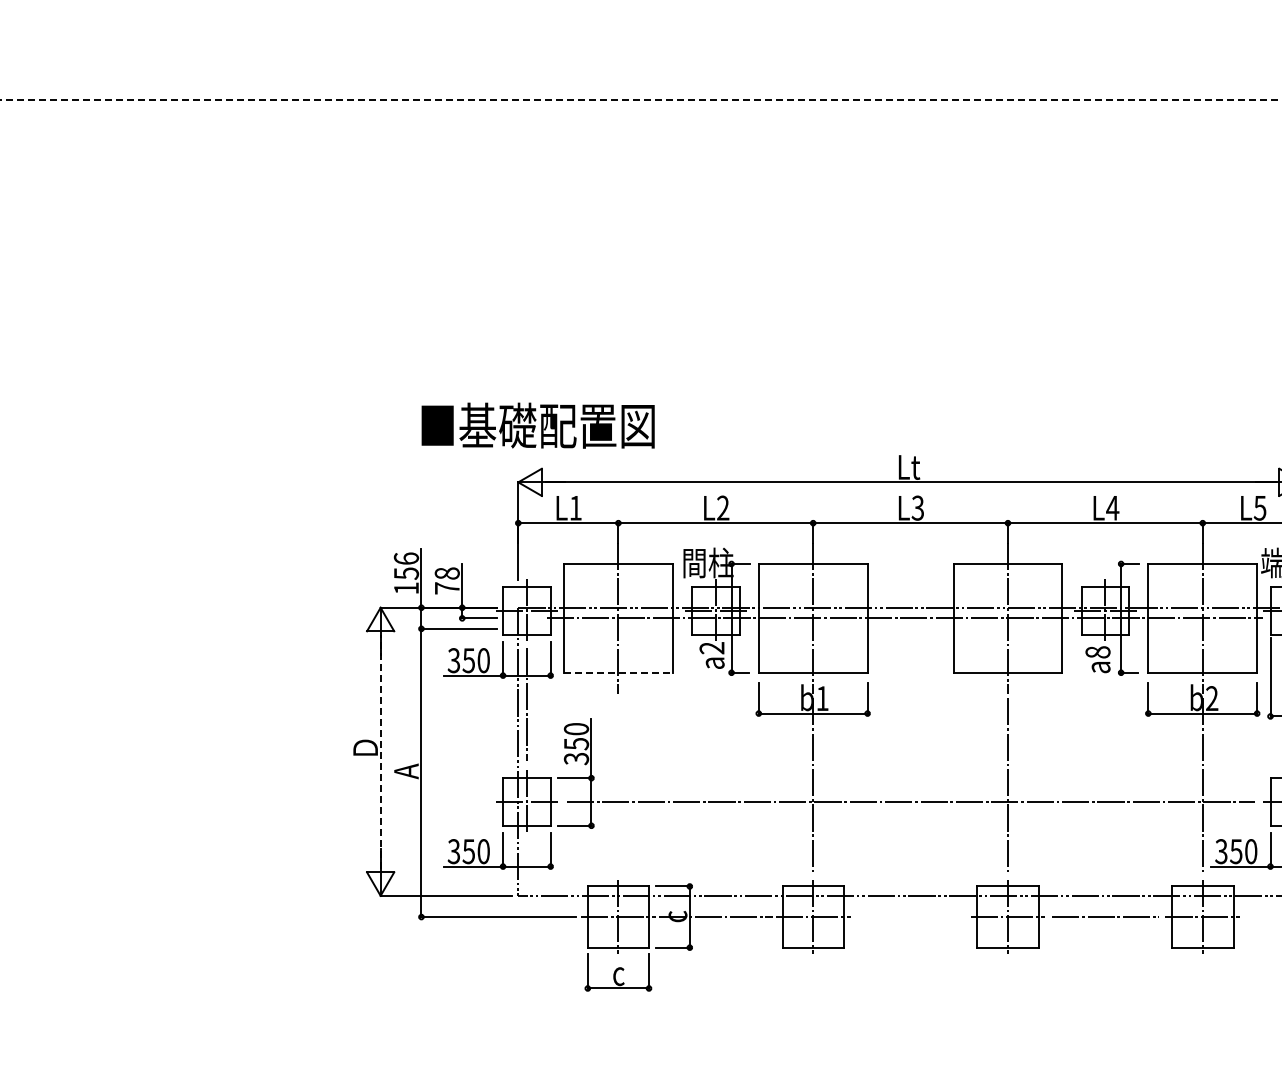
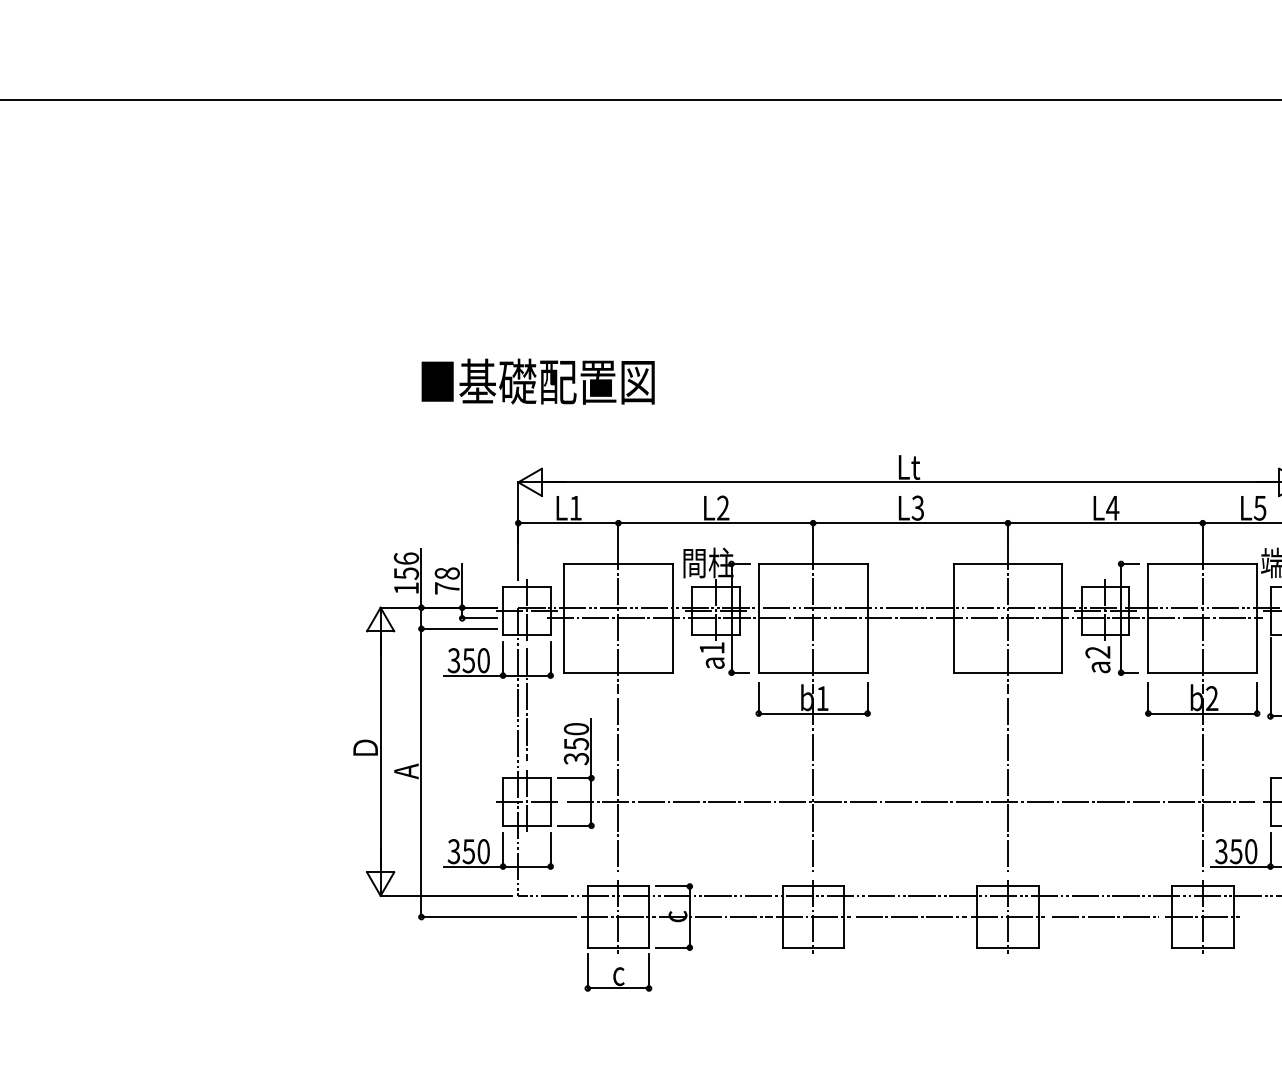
line at (640, 100): dashed -> solid
text at (537, 425) position: (537, 425) -> (537, 381)
text at (711, 648): a2 -> a1
text at (1097, 652): a8 -> a2
line at (618, 672): dashed -> solid
line at (380, 751): dashed -> solid
line at (618, 786): none -> present
line at (910, 917): none -> present
